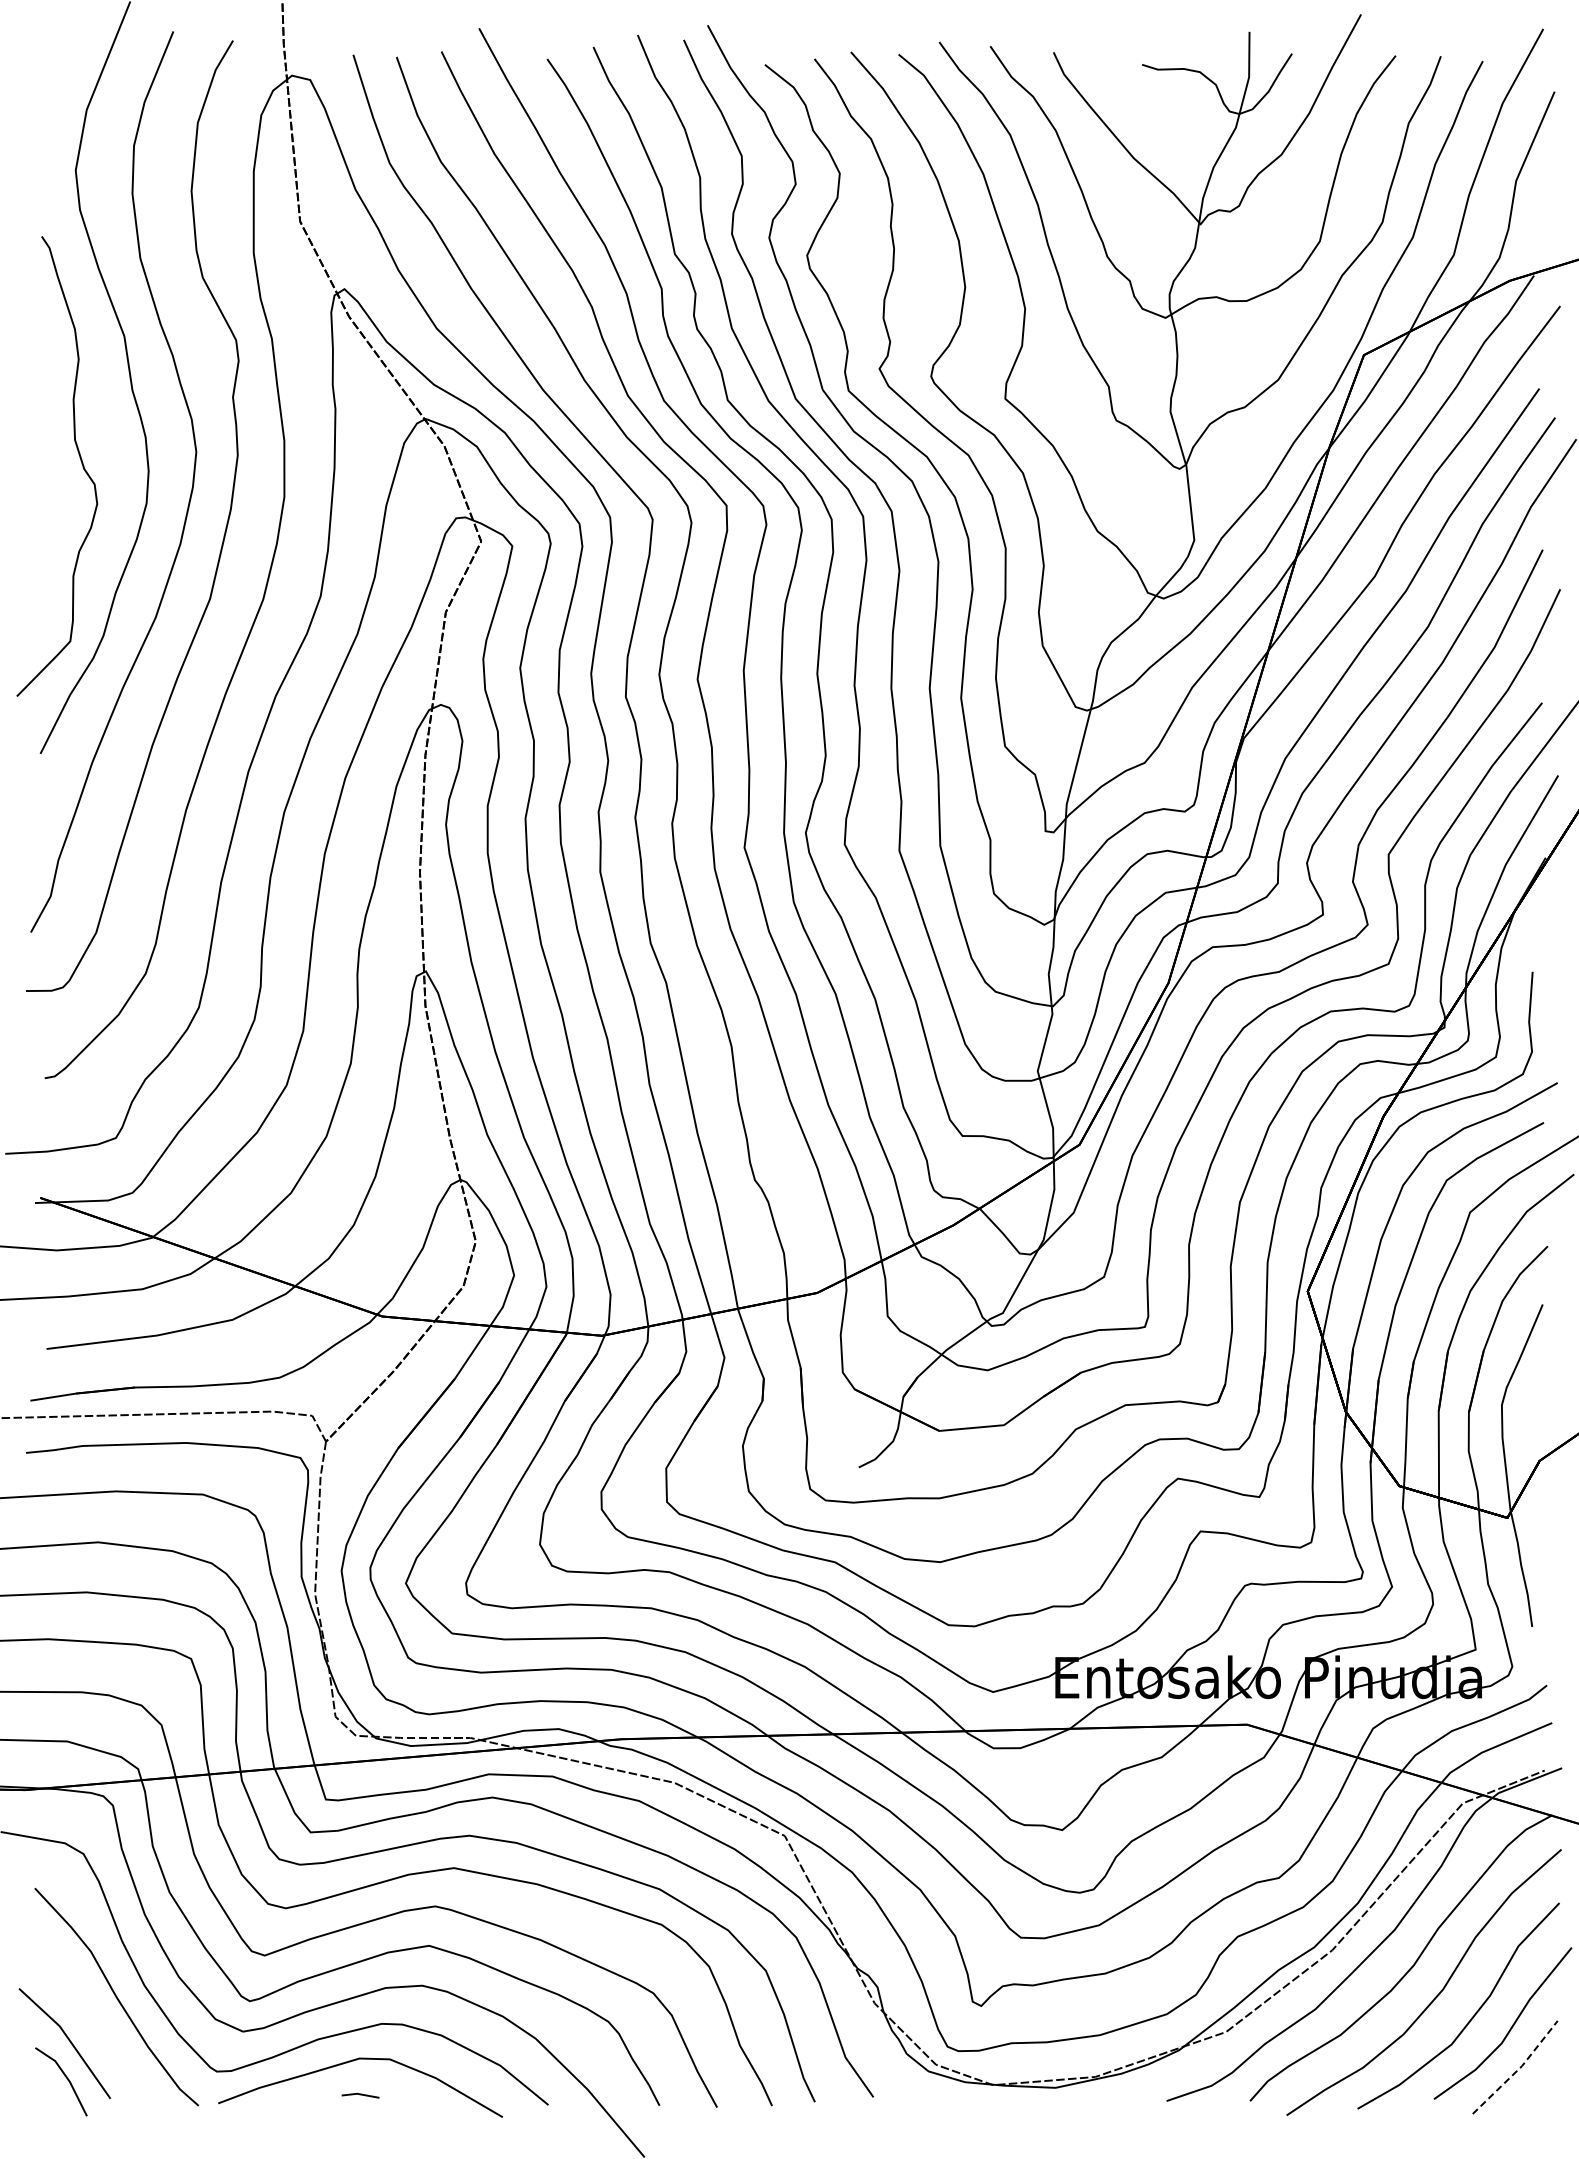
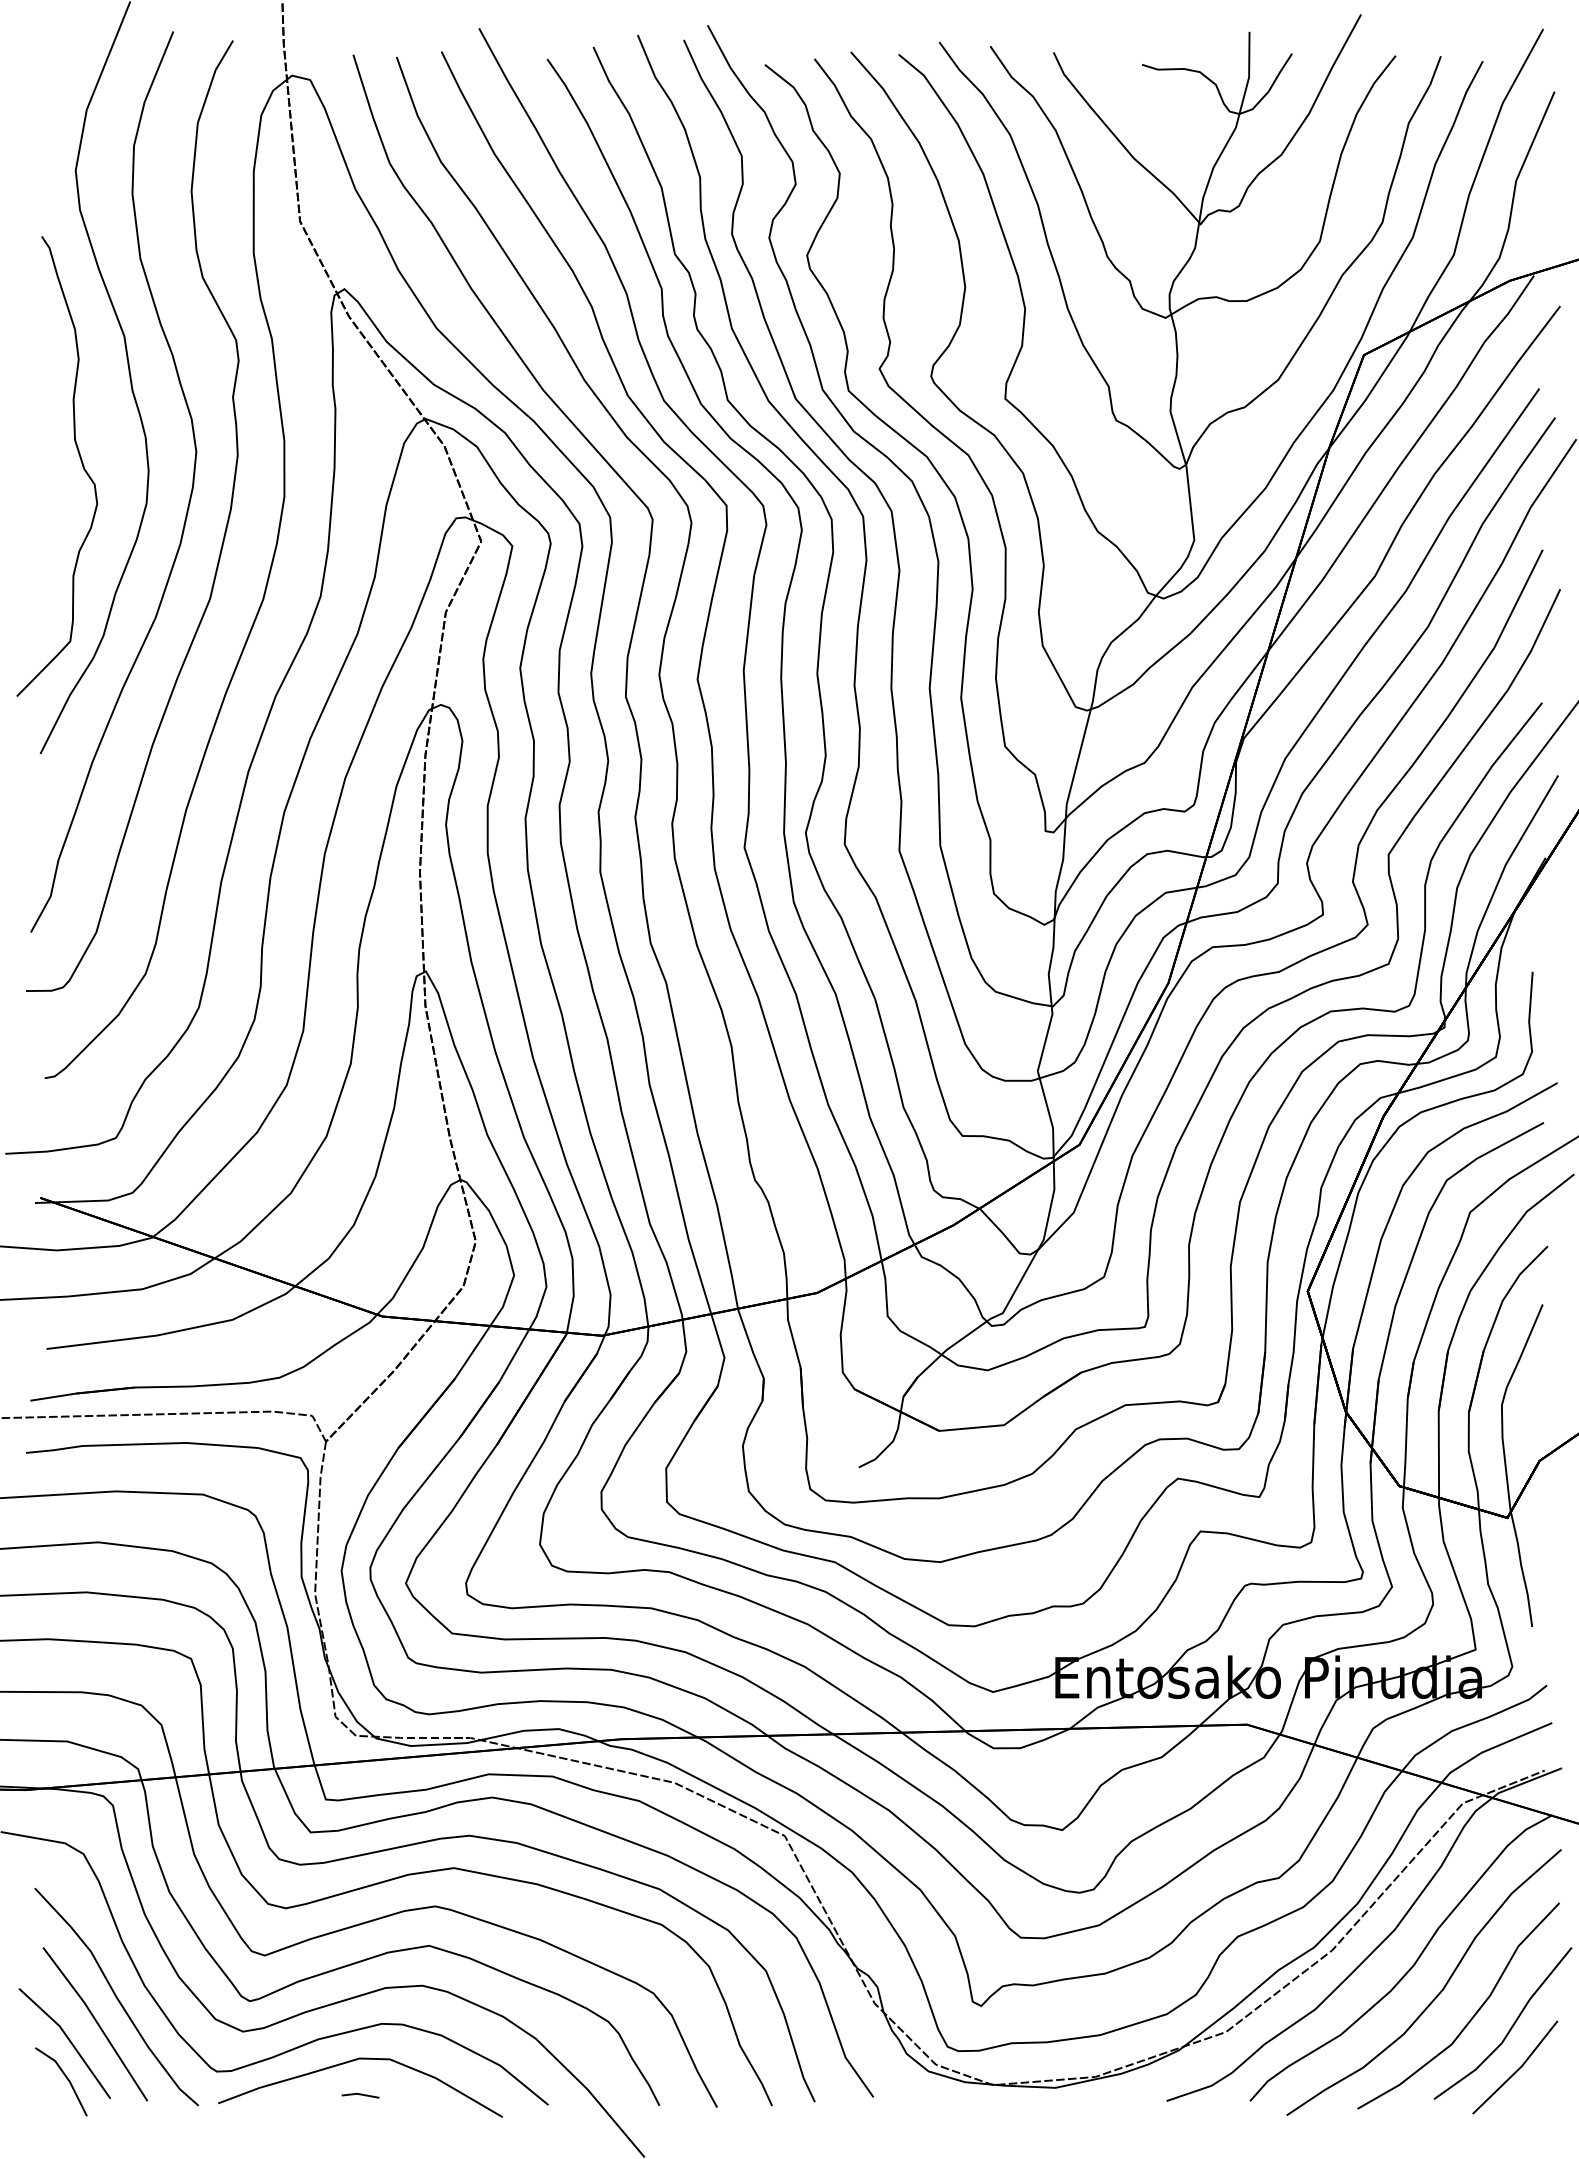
line at (96, 2023): none -> present
line at (1518, 2069): dashed -> solid
